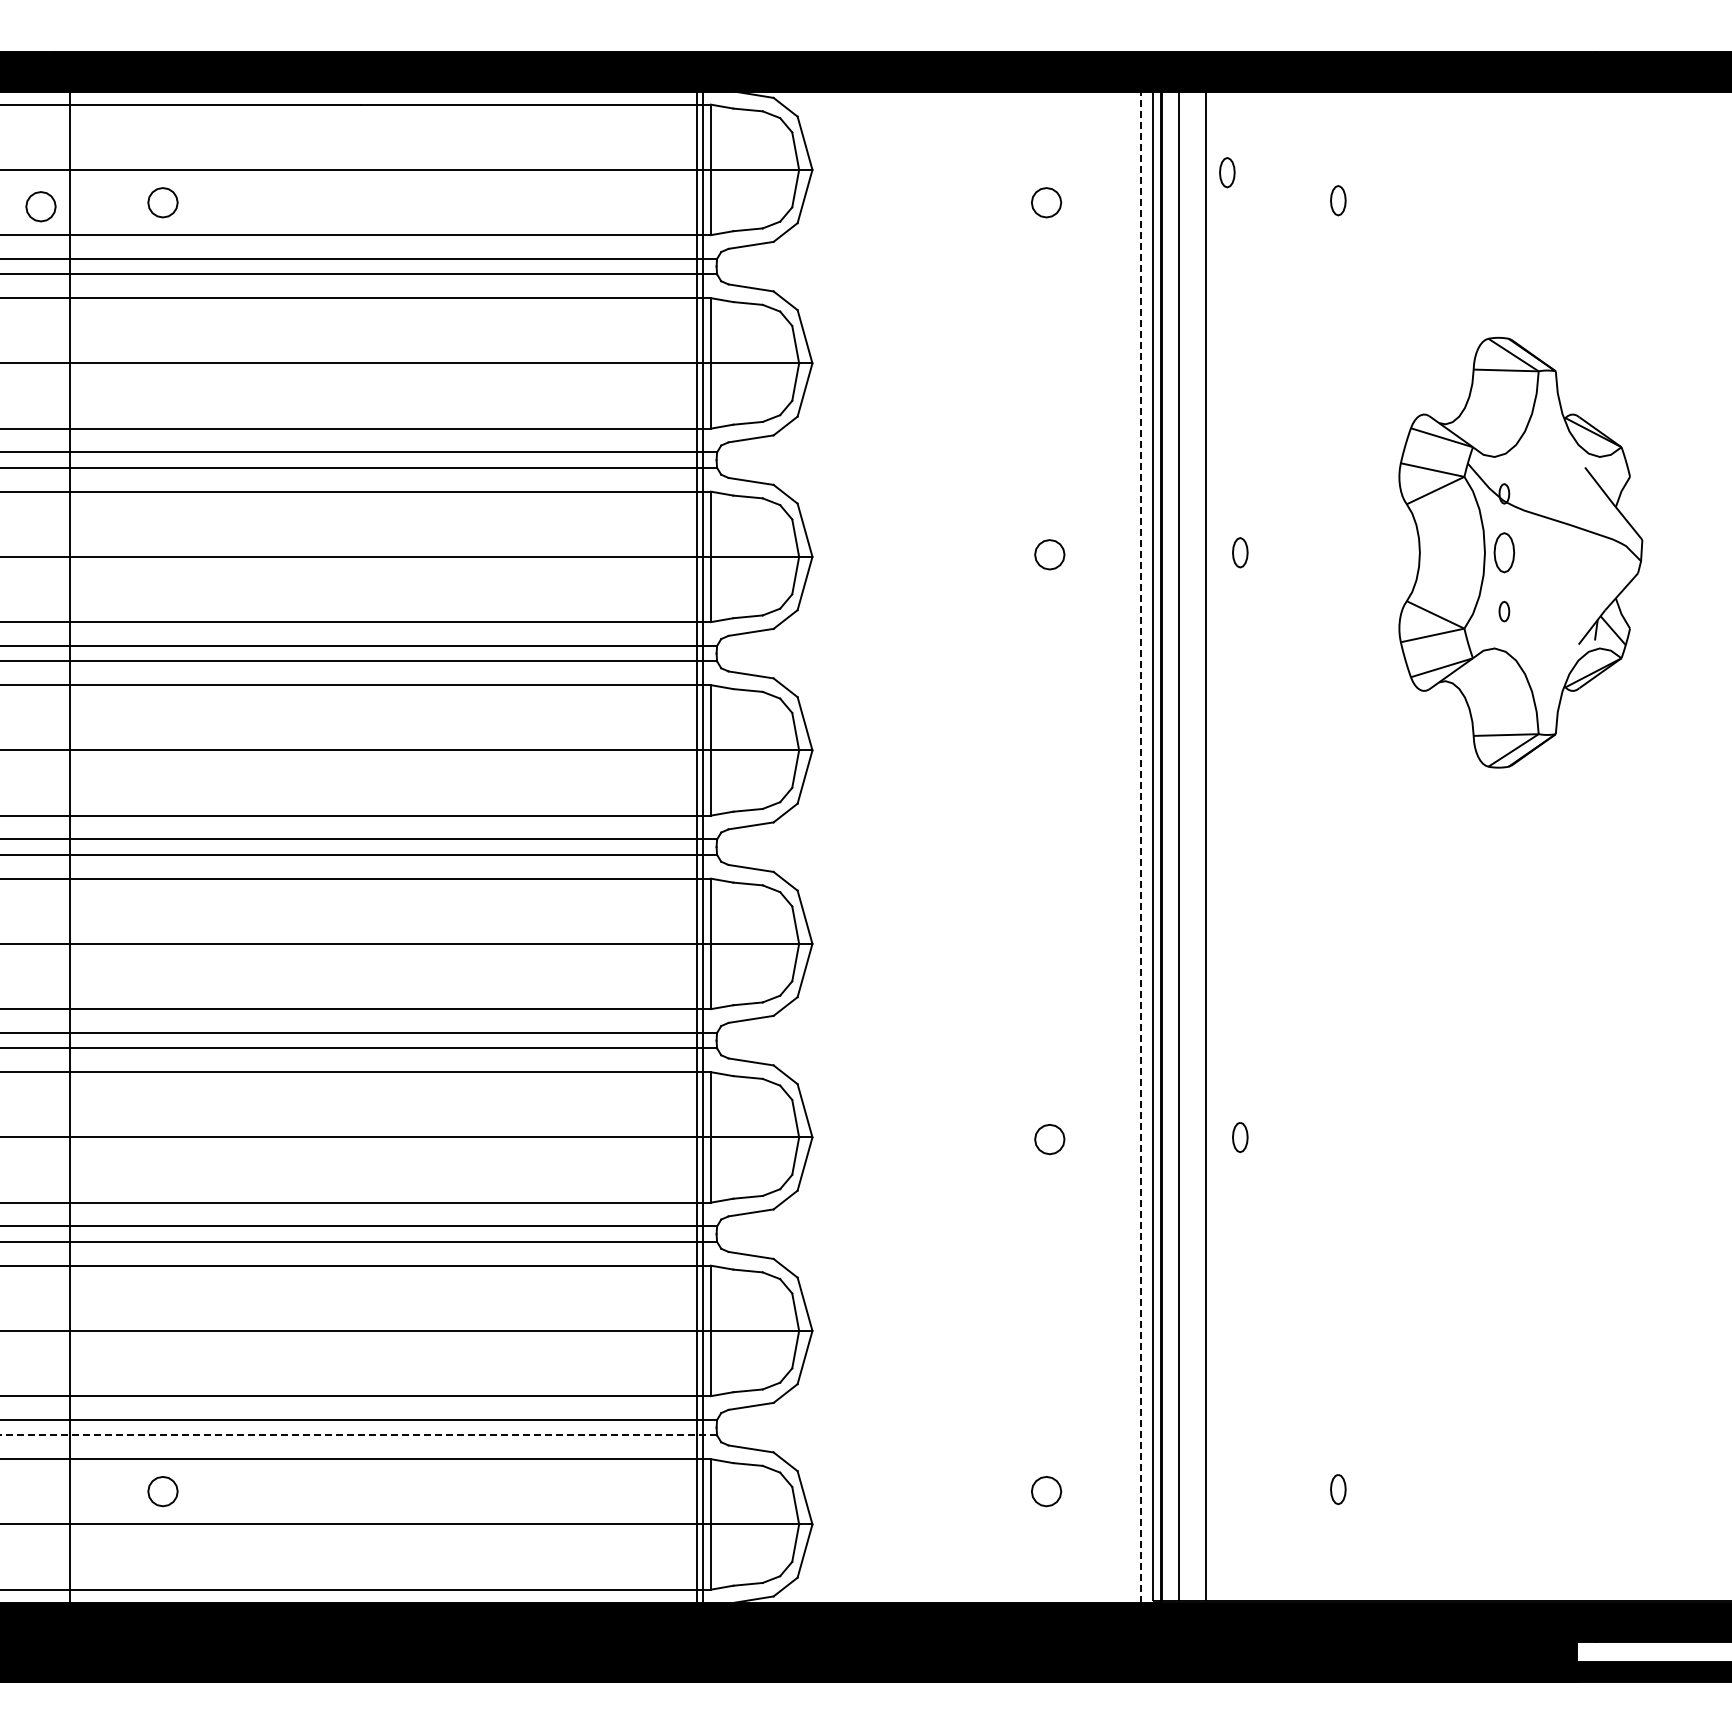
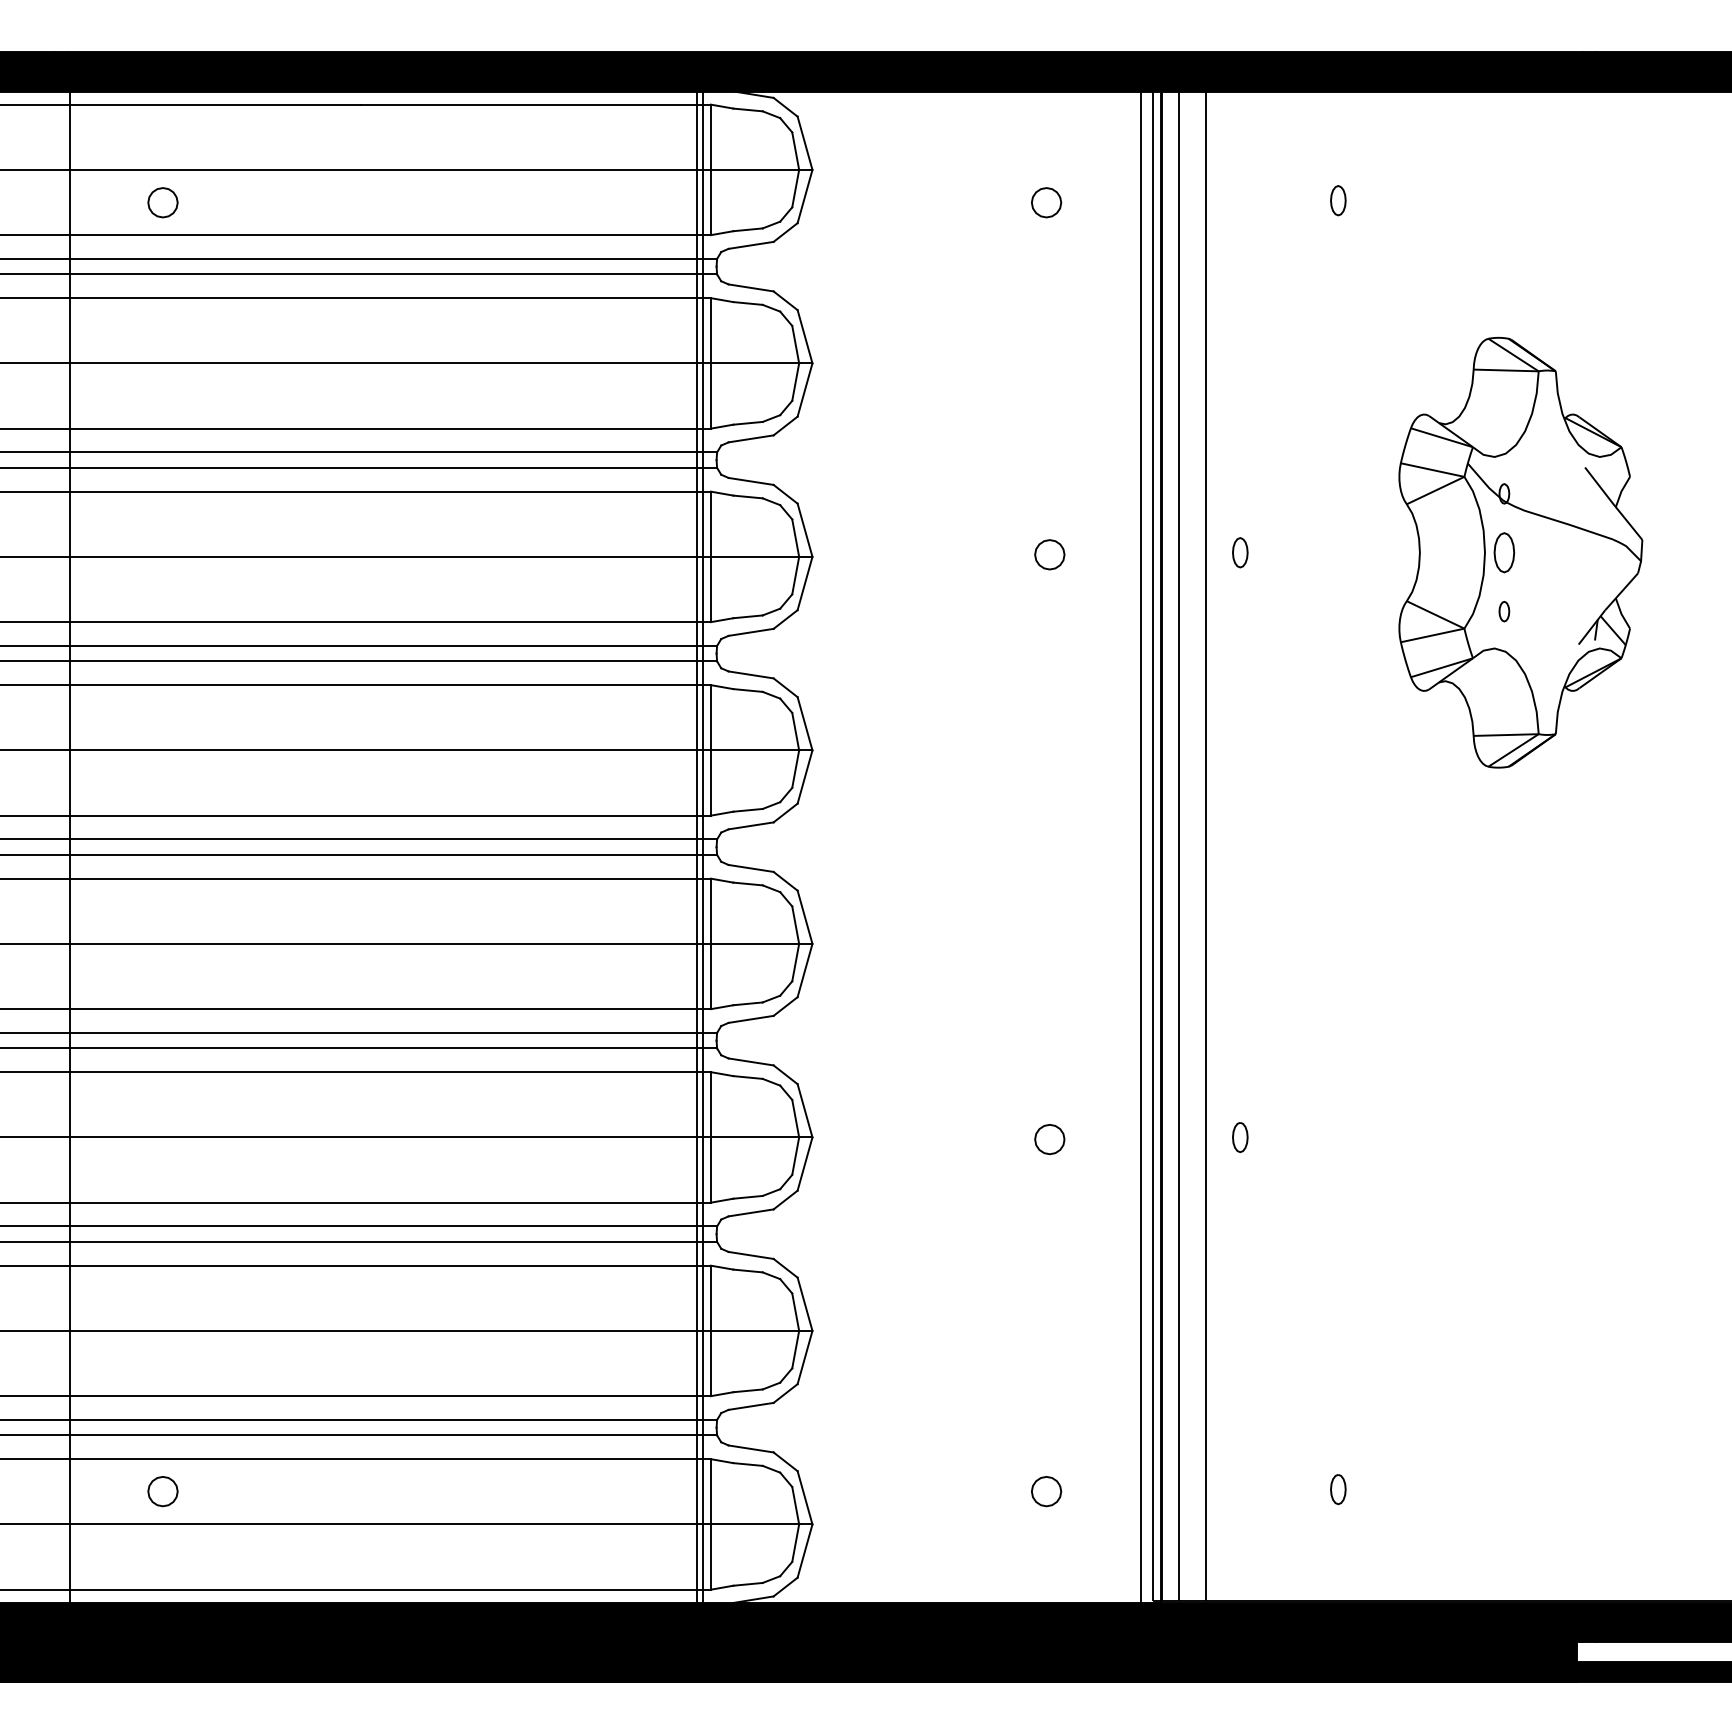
part at (1227, 172): present -> none
part at (40, 206): present -> none
line at (1141, 847): dashed -> solid
line at (358, 1435): dashed -> solid
